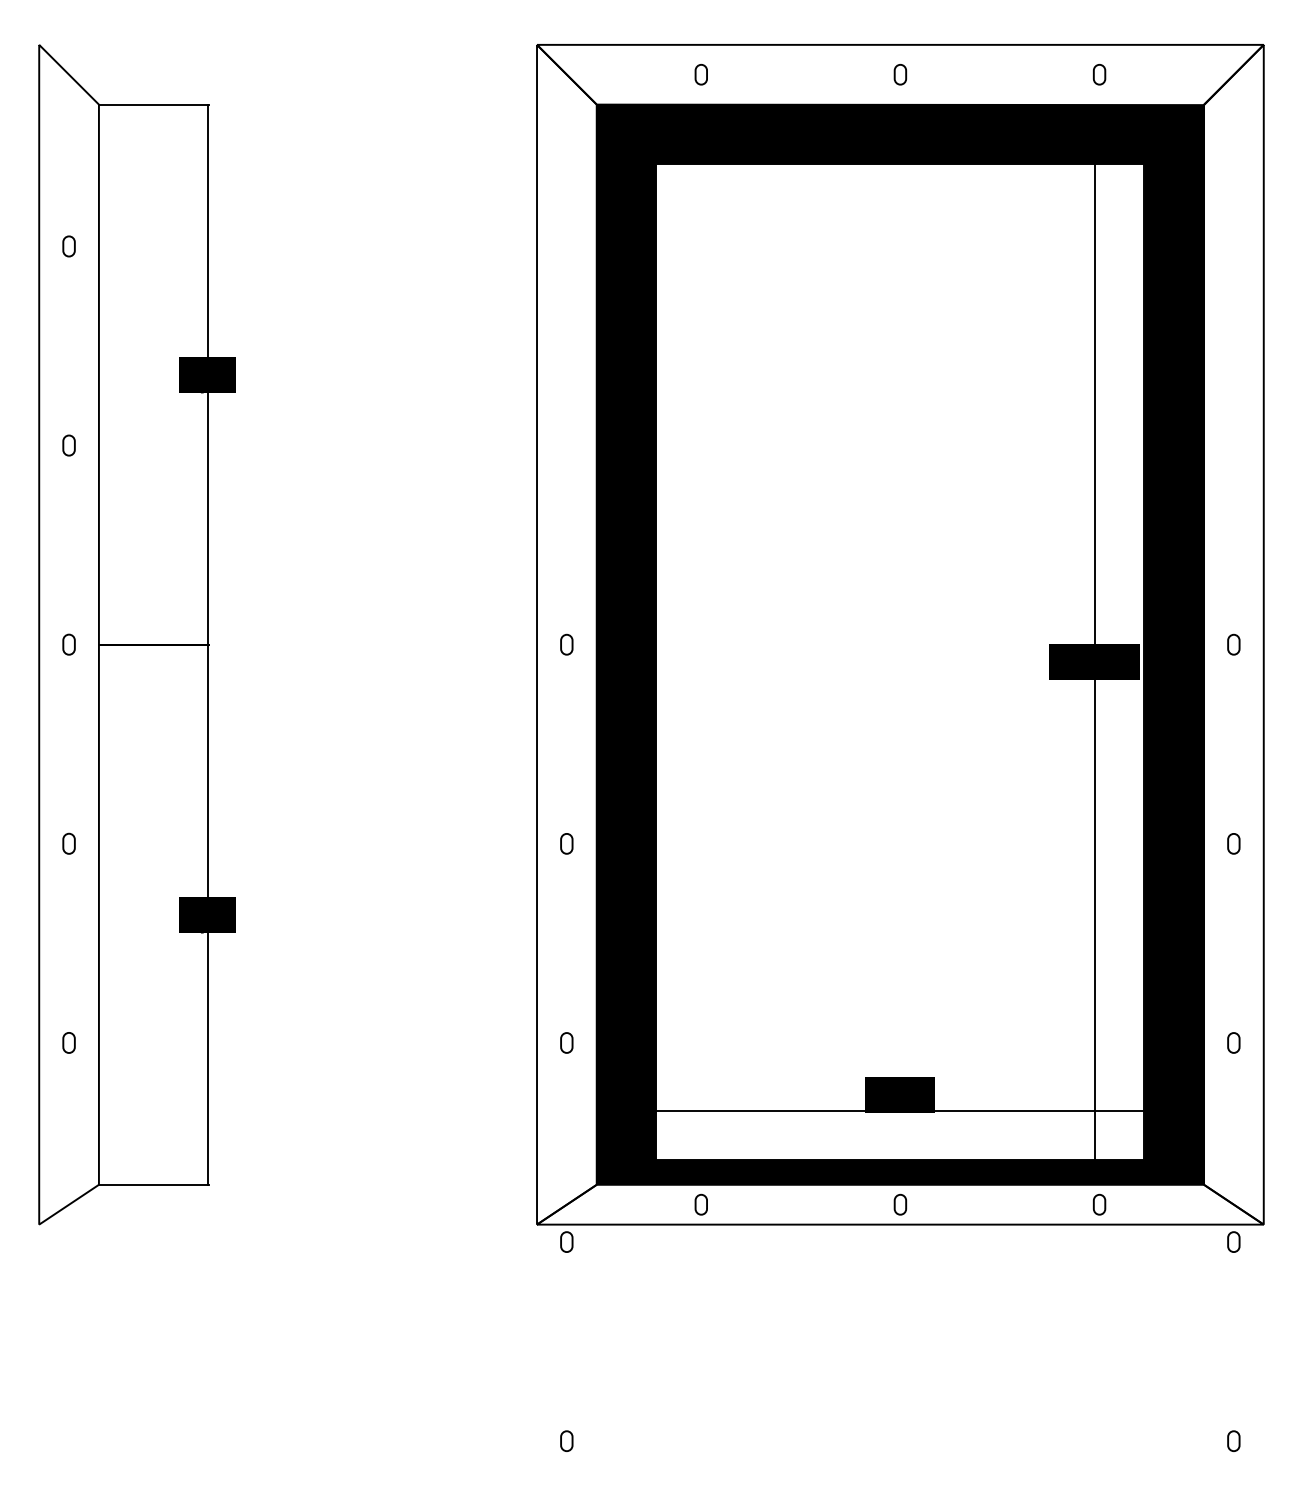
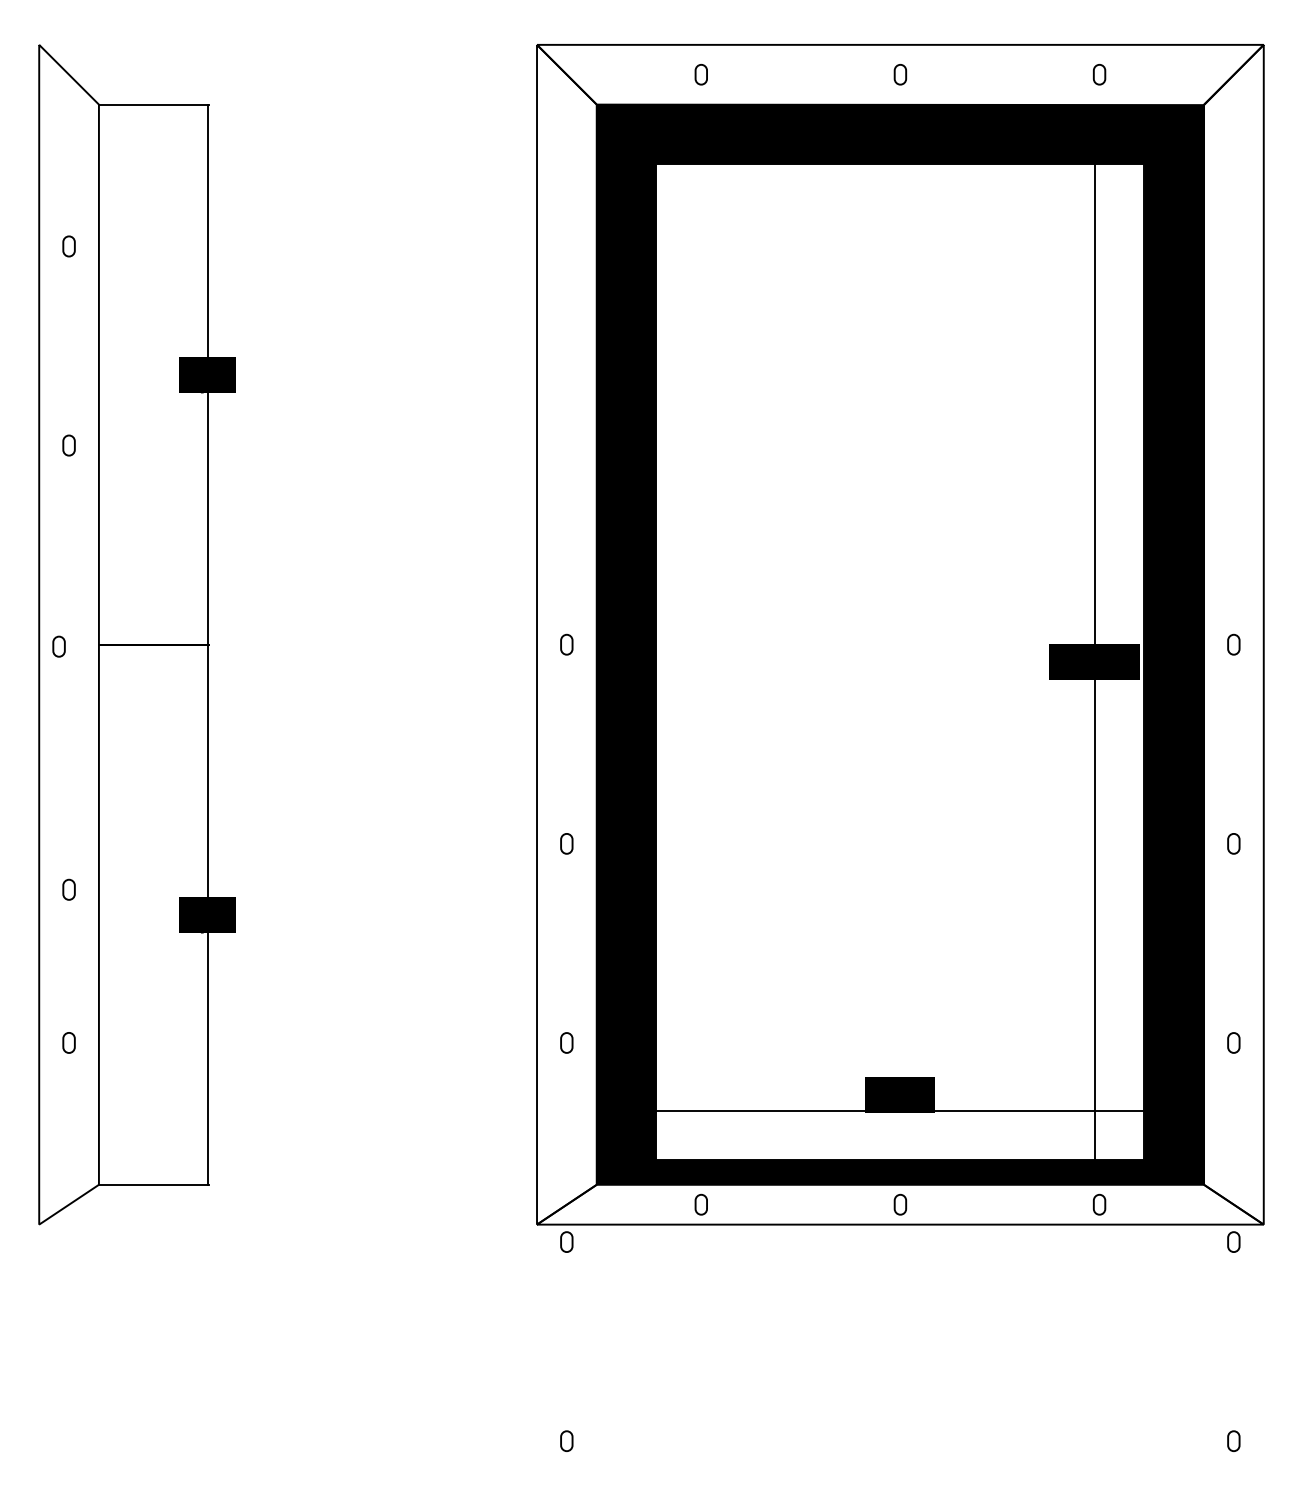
part at (68, 644) position: (68, 644) -> (58, 646)
part at (68, 843) position: (68, 843) -> (68, 889)
